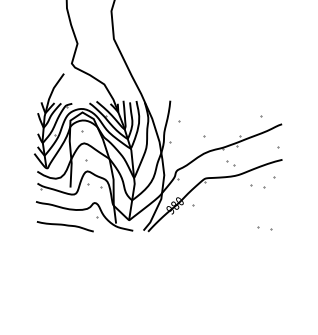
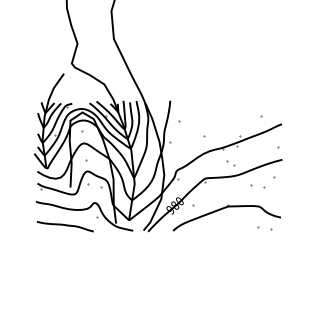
part at (223, 209): none -> present
